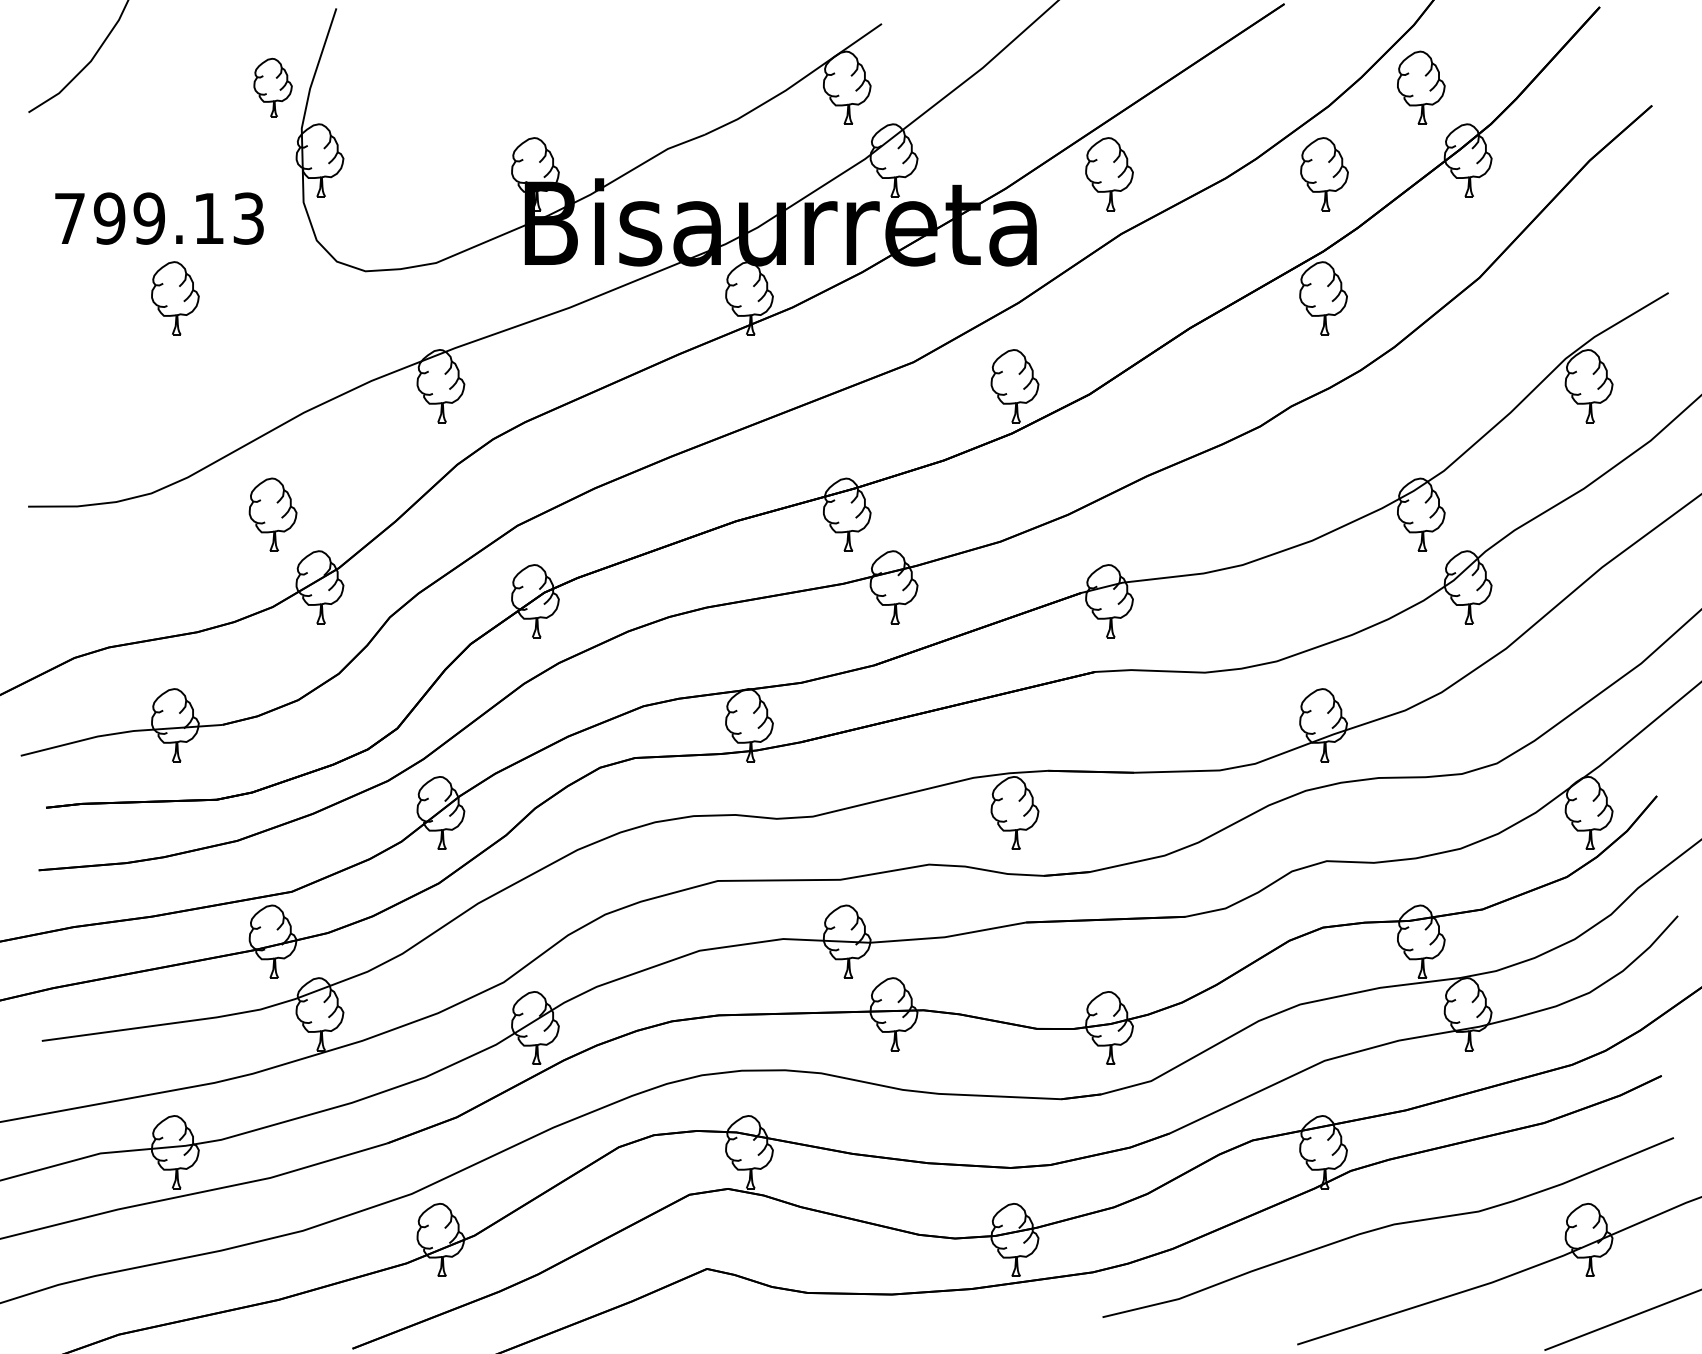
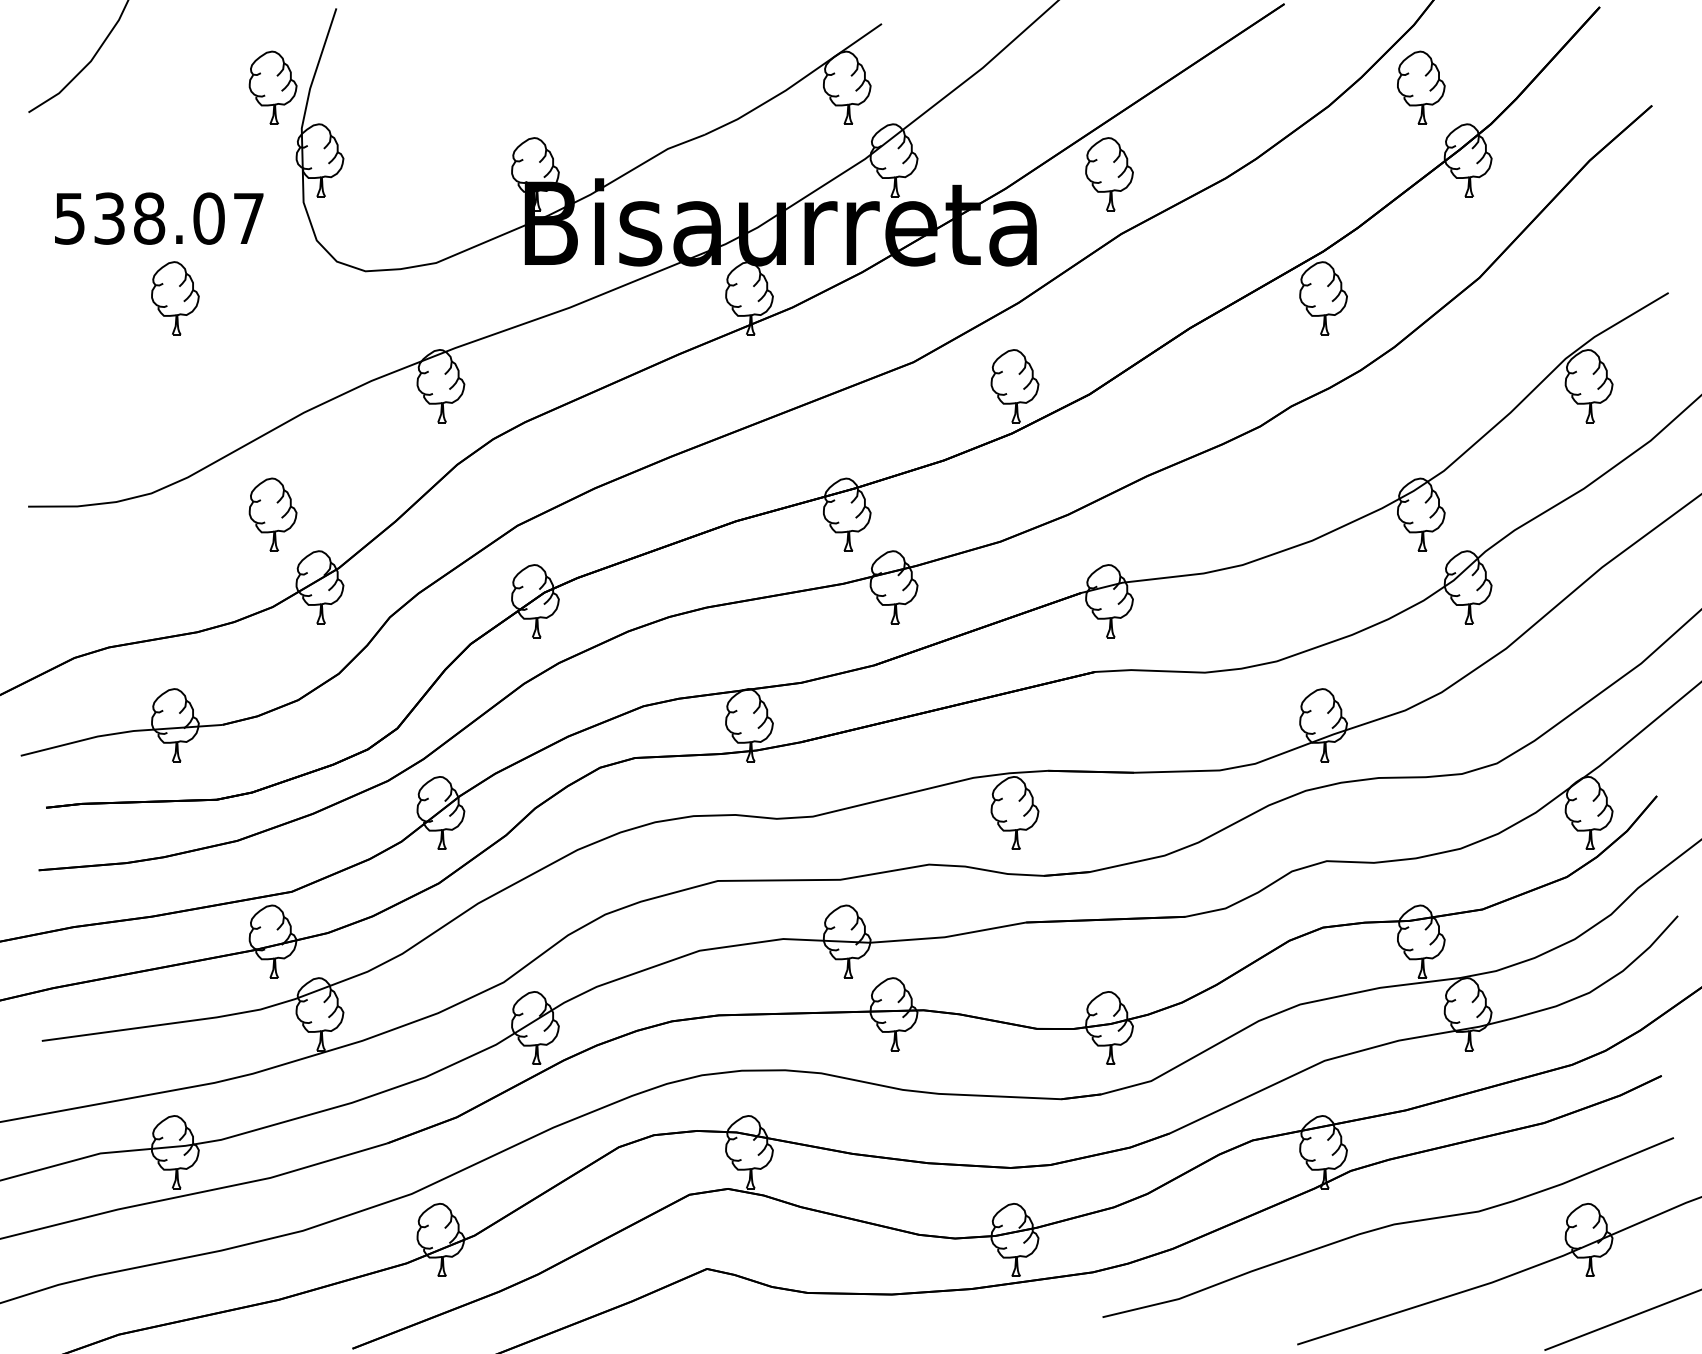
part at (272, 87) size: 40x61 px -> 50x75 px
part at (1324, 174): present -> none
text at (159, 218): 799.13 -> 538.07
